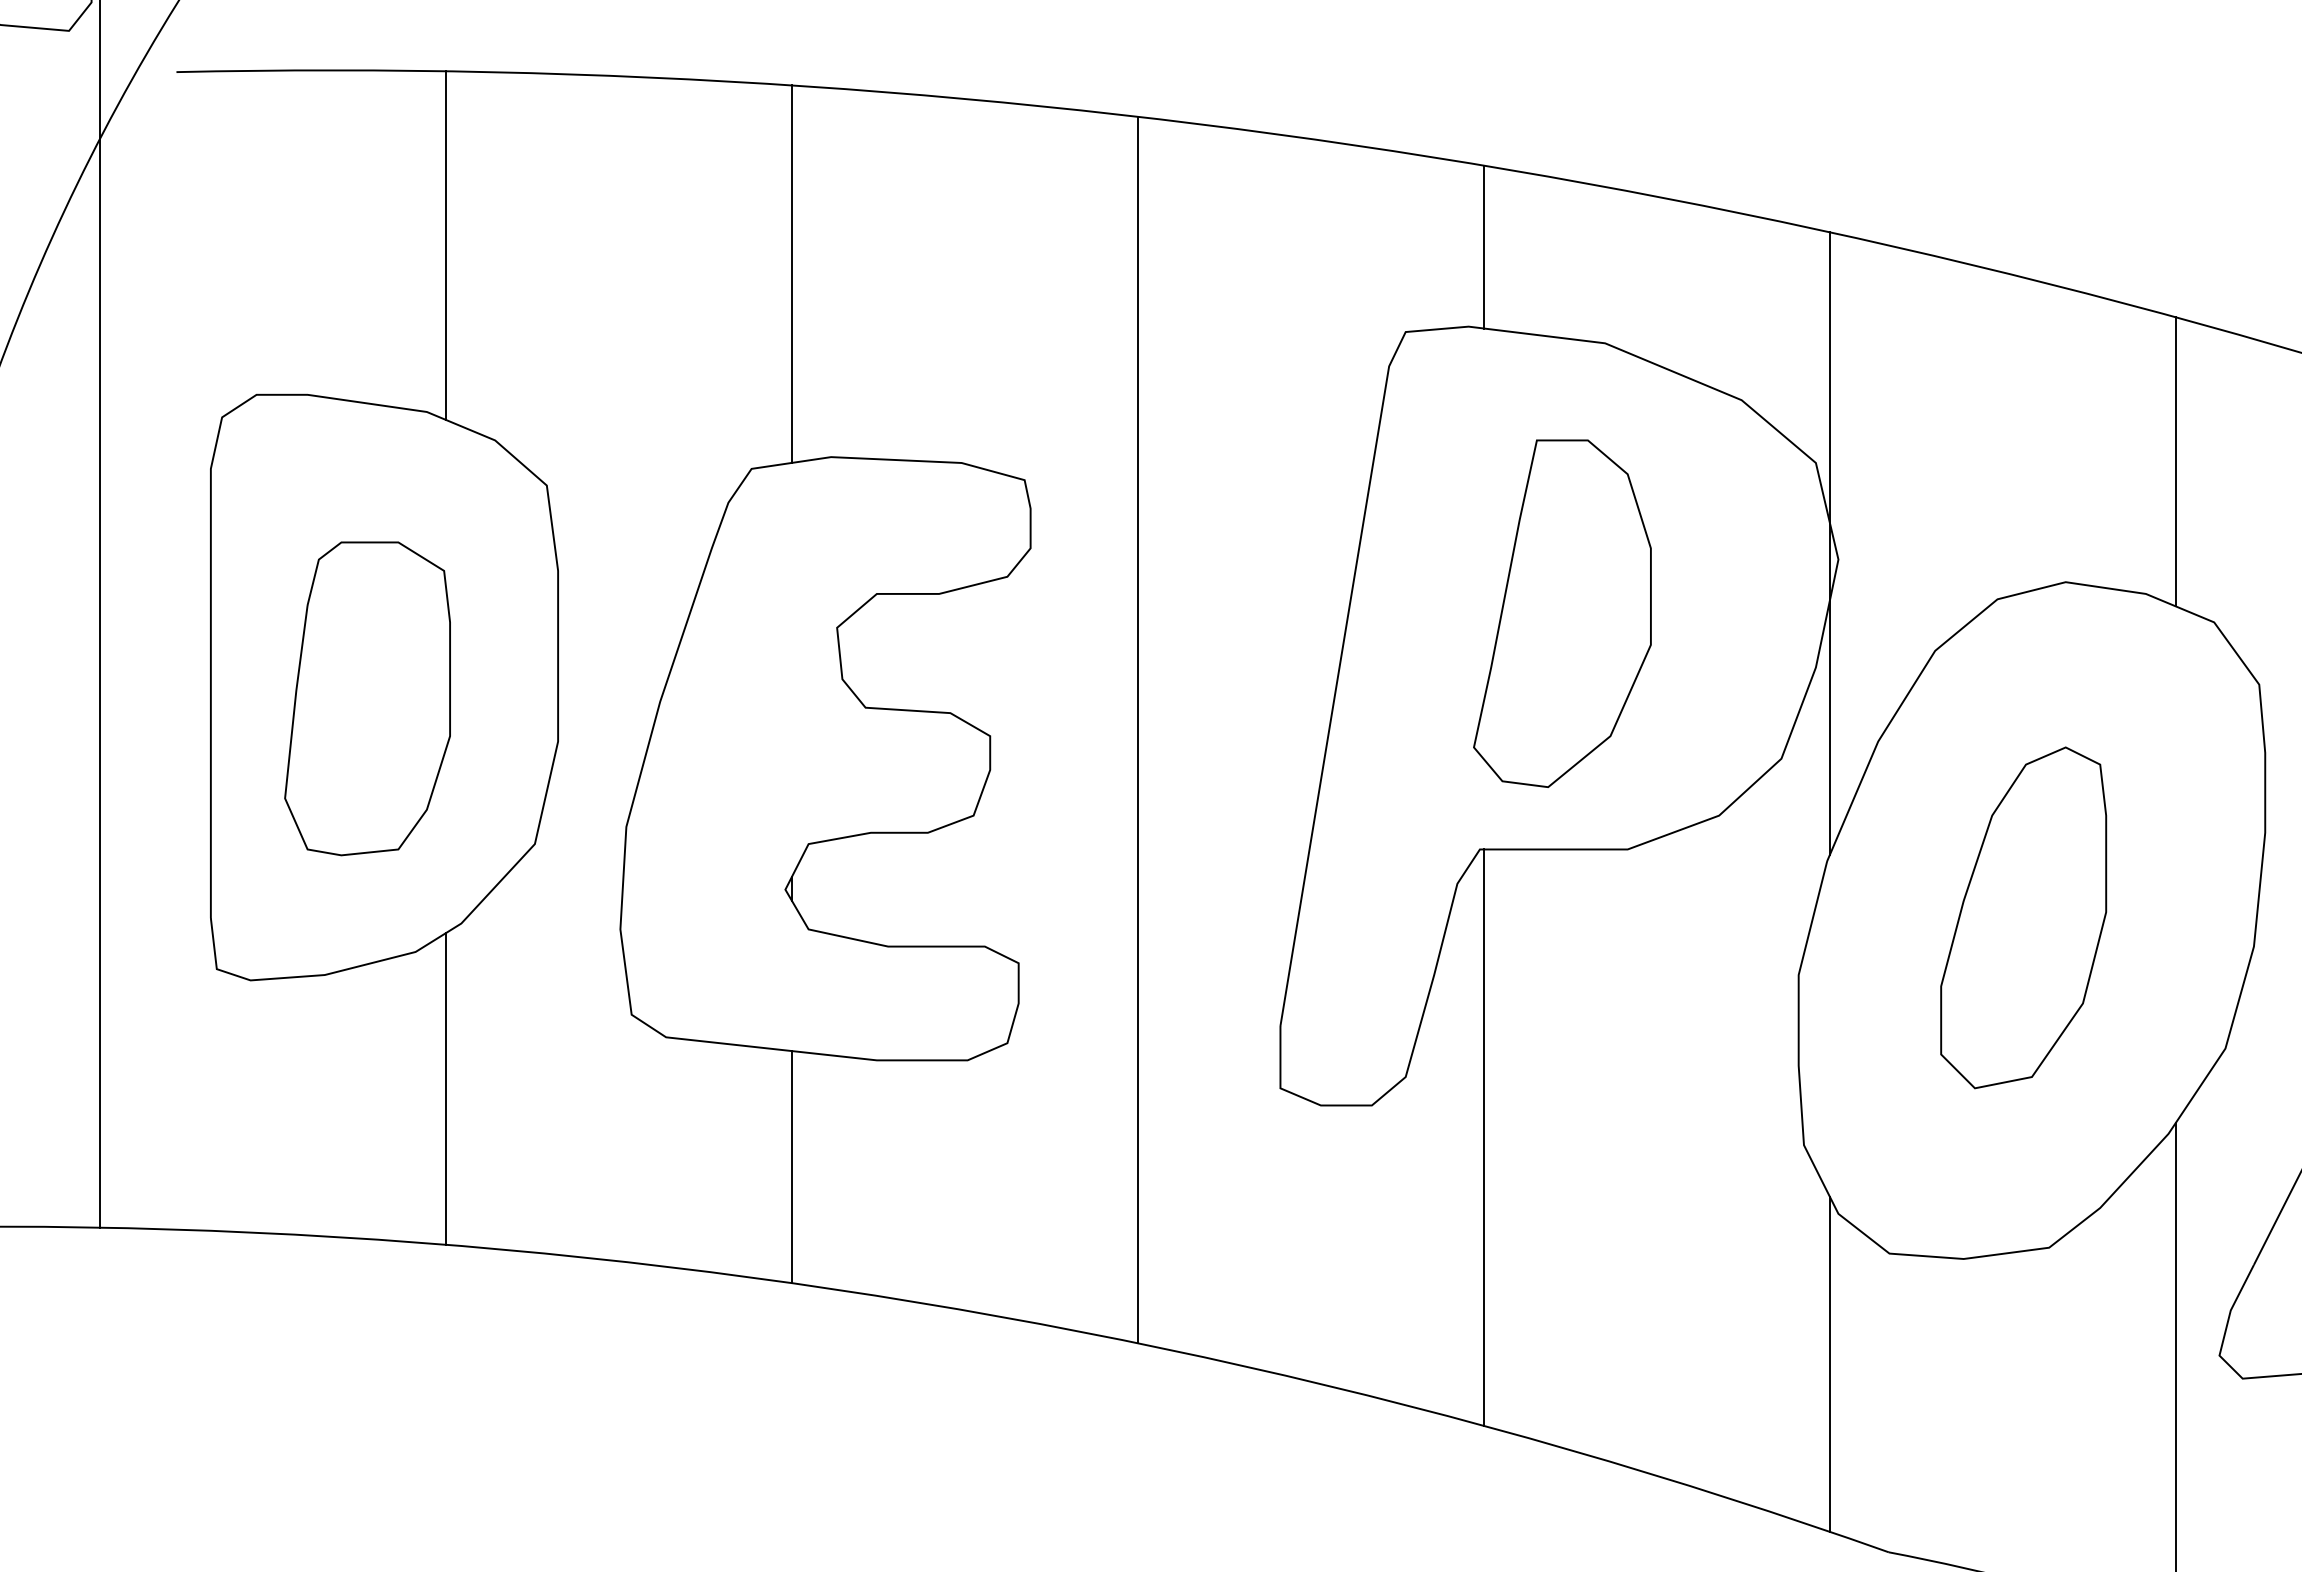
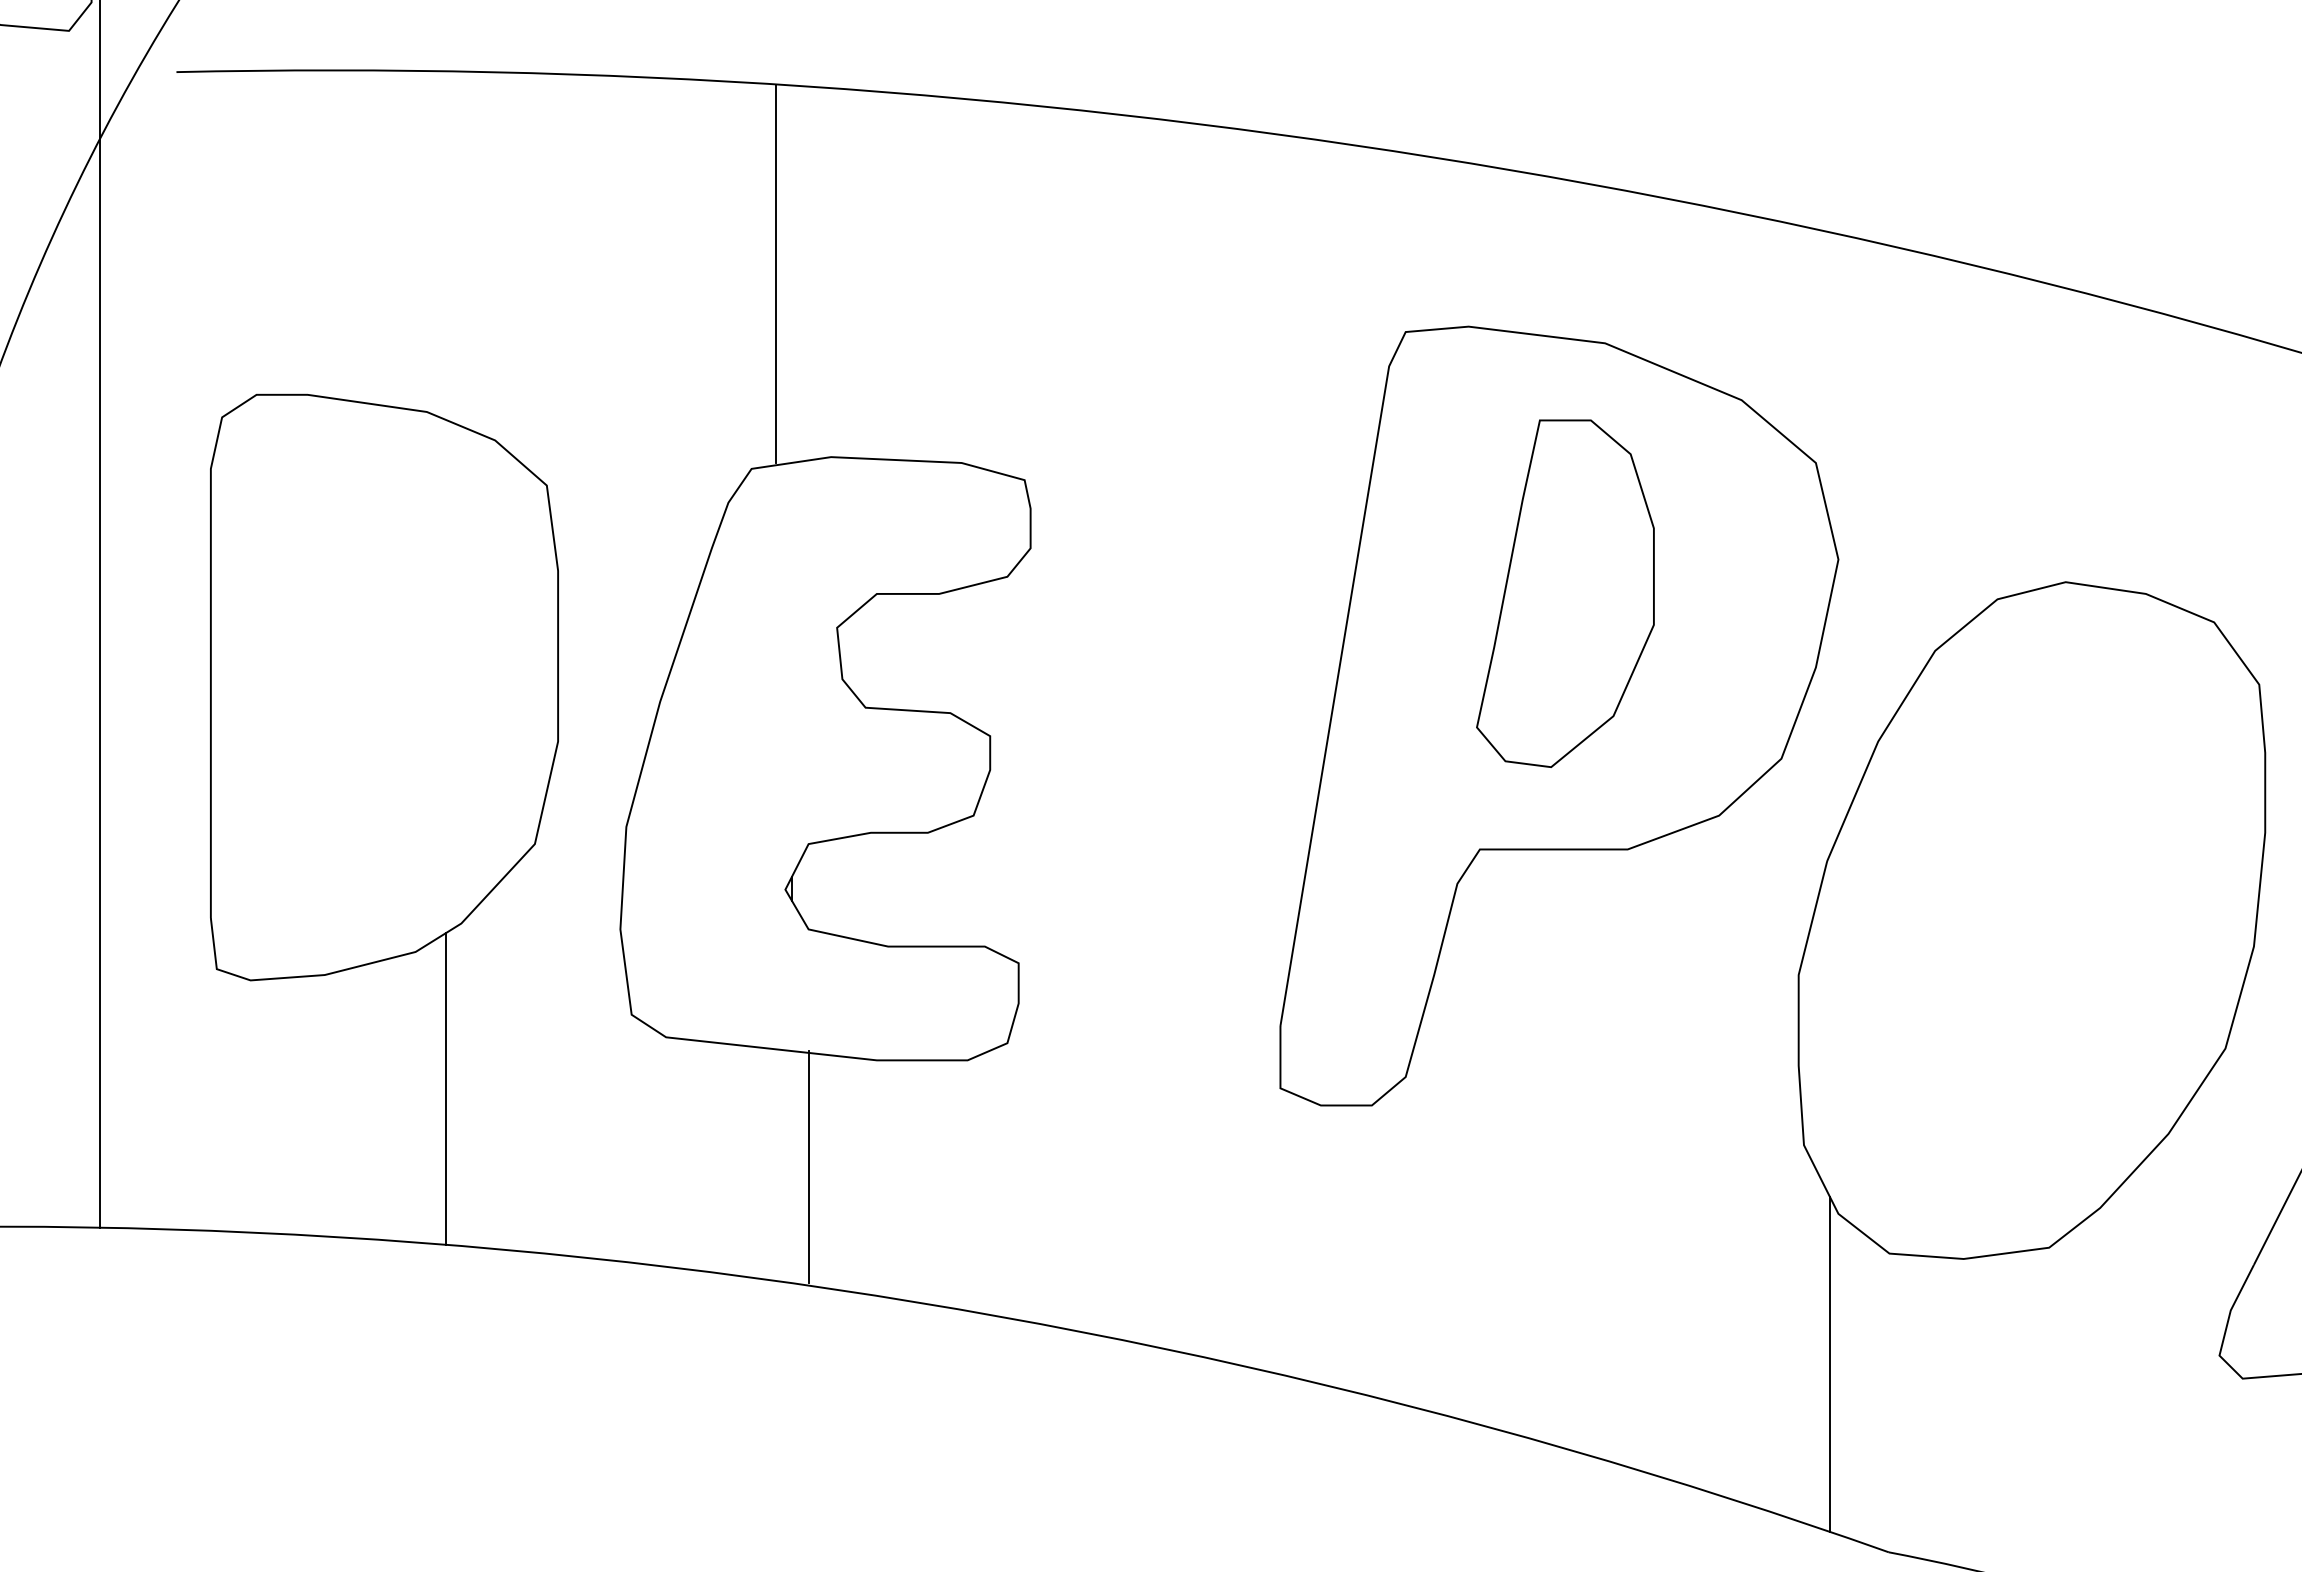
line at (446, 245): present -> none
line at (1483, 246): present -> none
line at (792, 273) position: (792, 273) -> (776, 273)
line at (2175, 461): present -> none
line at (1829, 543): present -> none
part at (1562, 613) position: (1562, 613) -> (1565, 593)
part at (367, 698): present -> none
line at (1138, 729): present -> none
part at (2023, 917): present -> none
line at (1483, 1137): present -> none
line at (792, 1167) position: (792, 1167) -> (809, 1167)
line at (2175, 1345): present -> none
